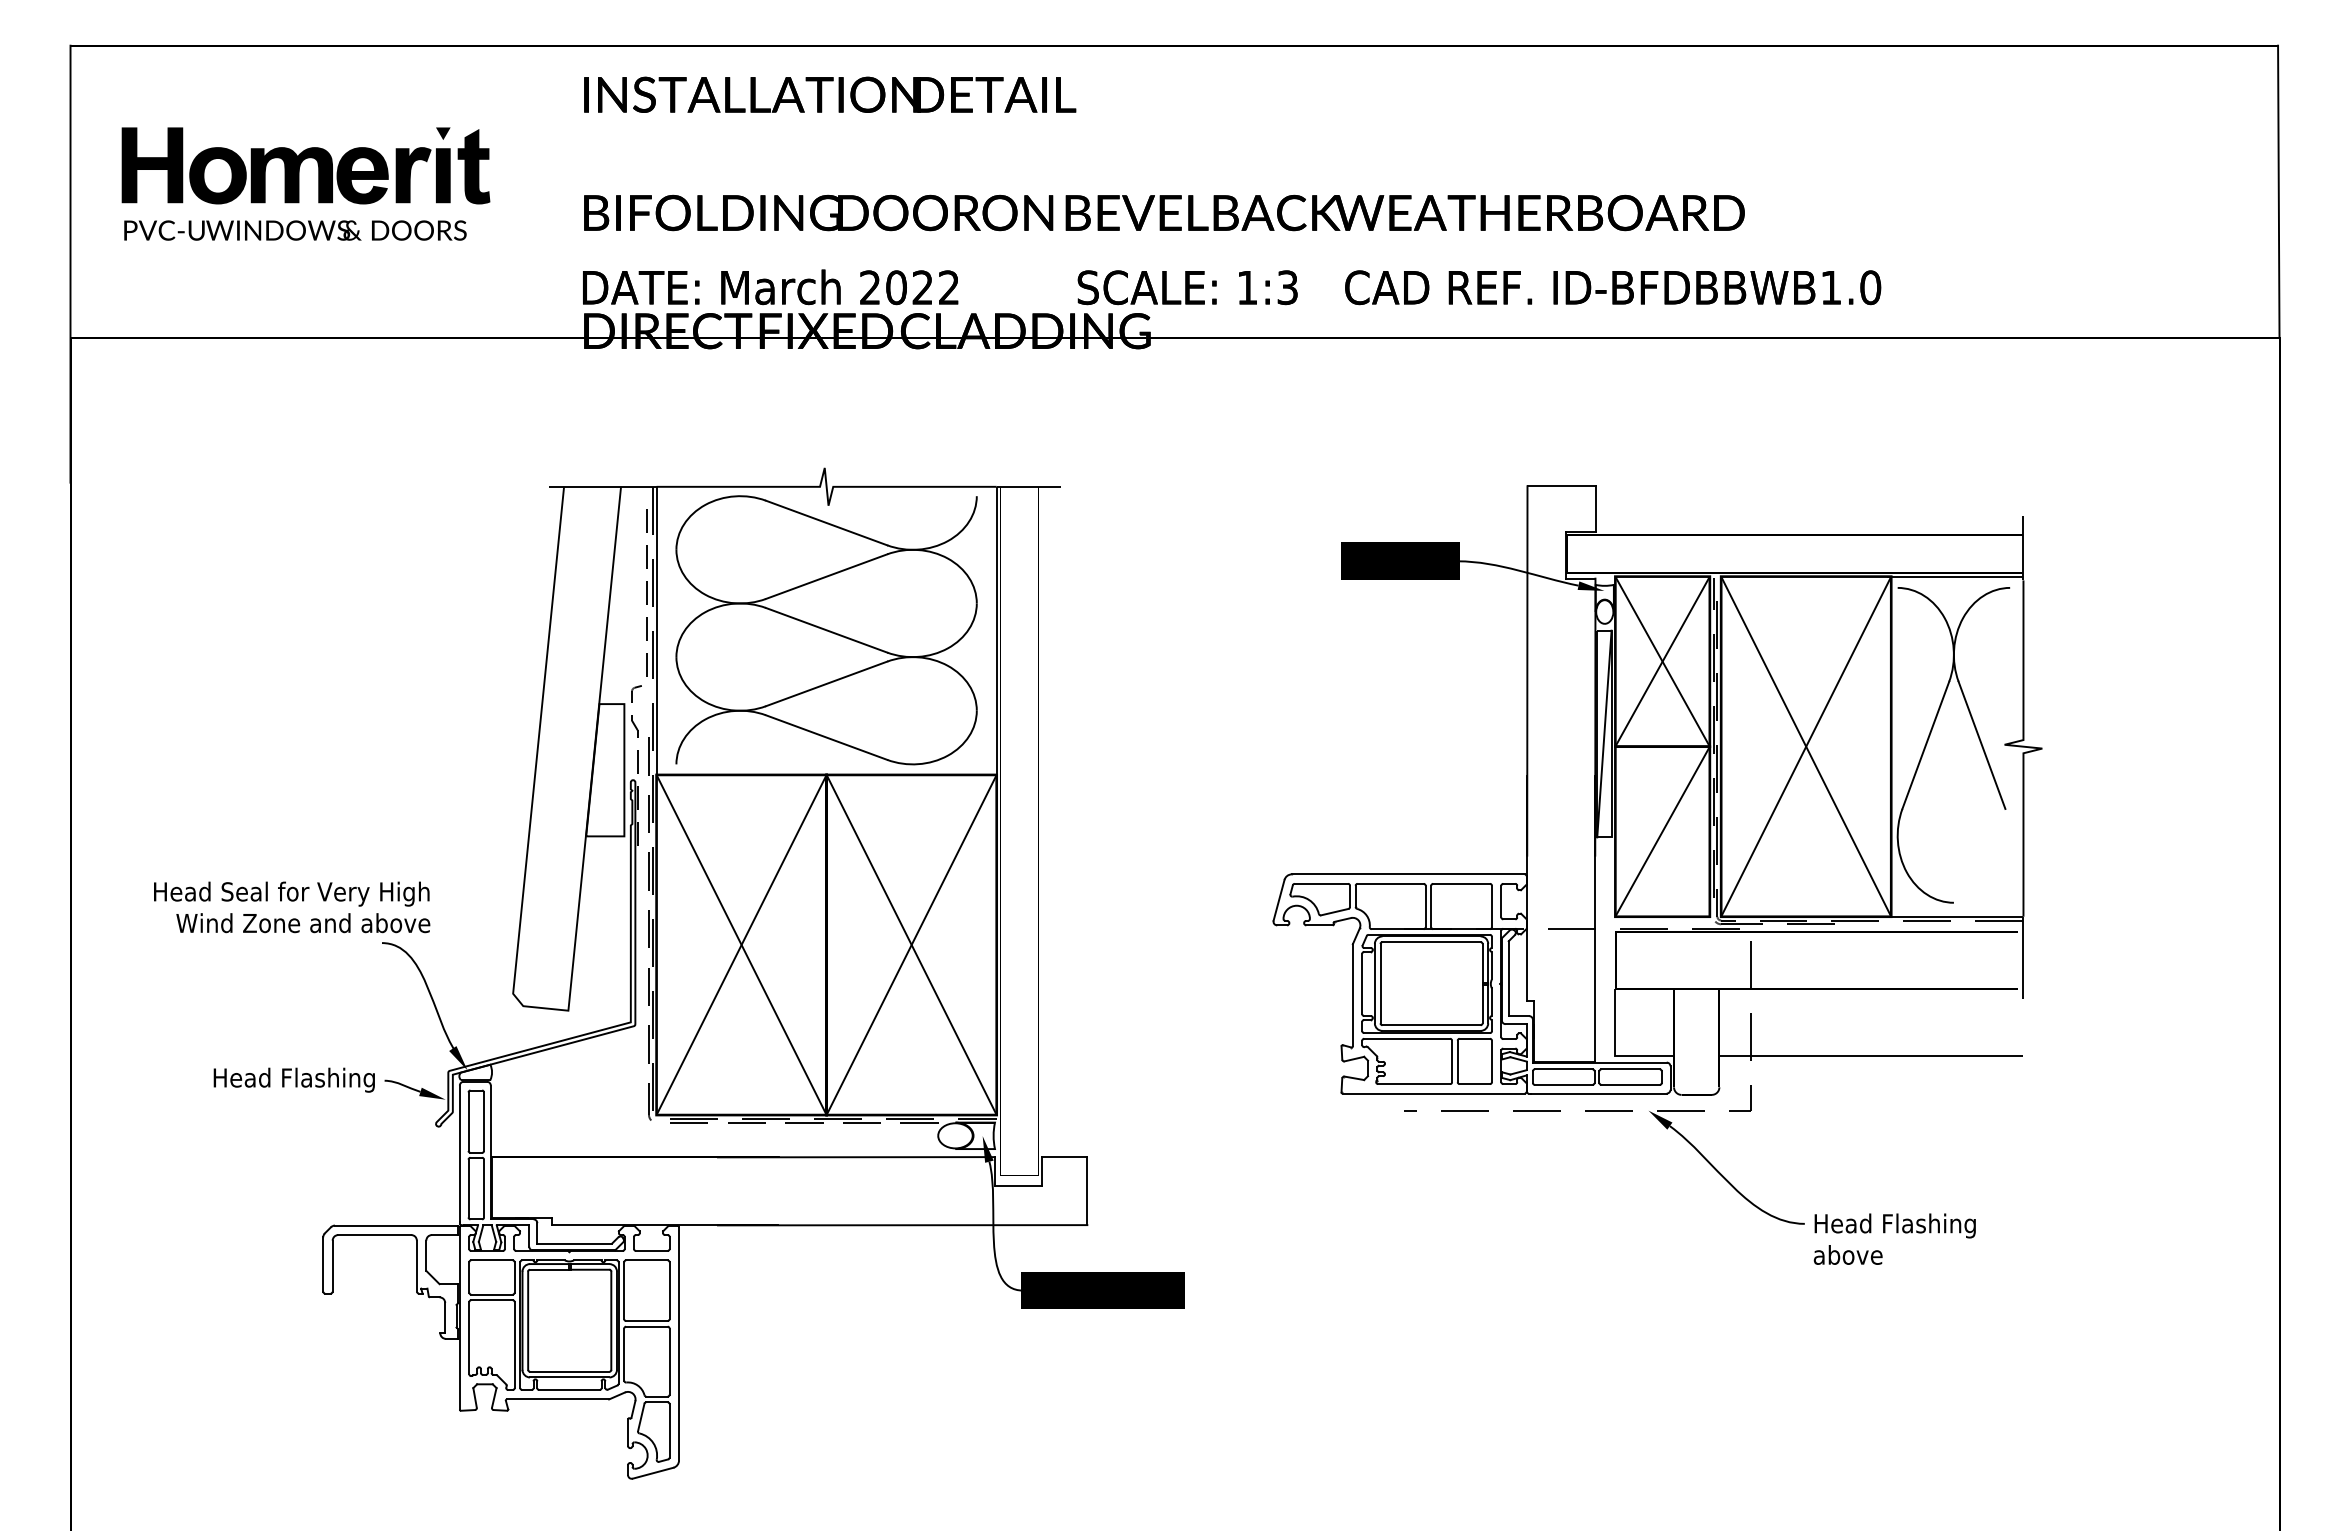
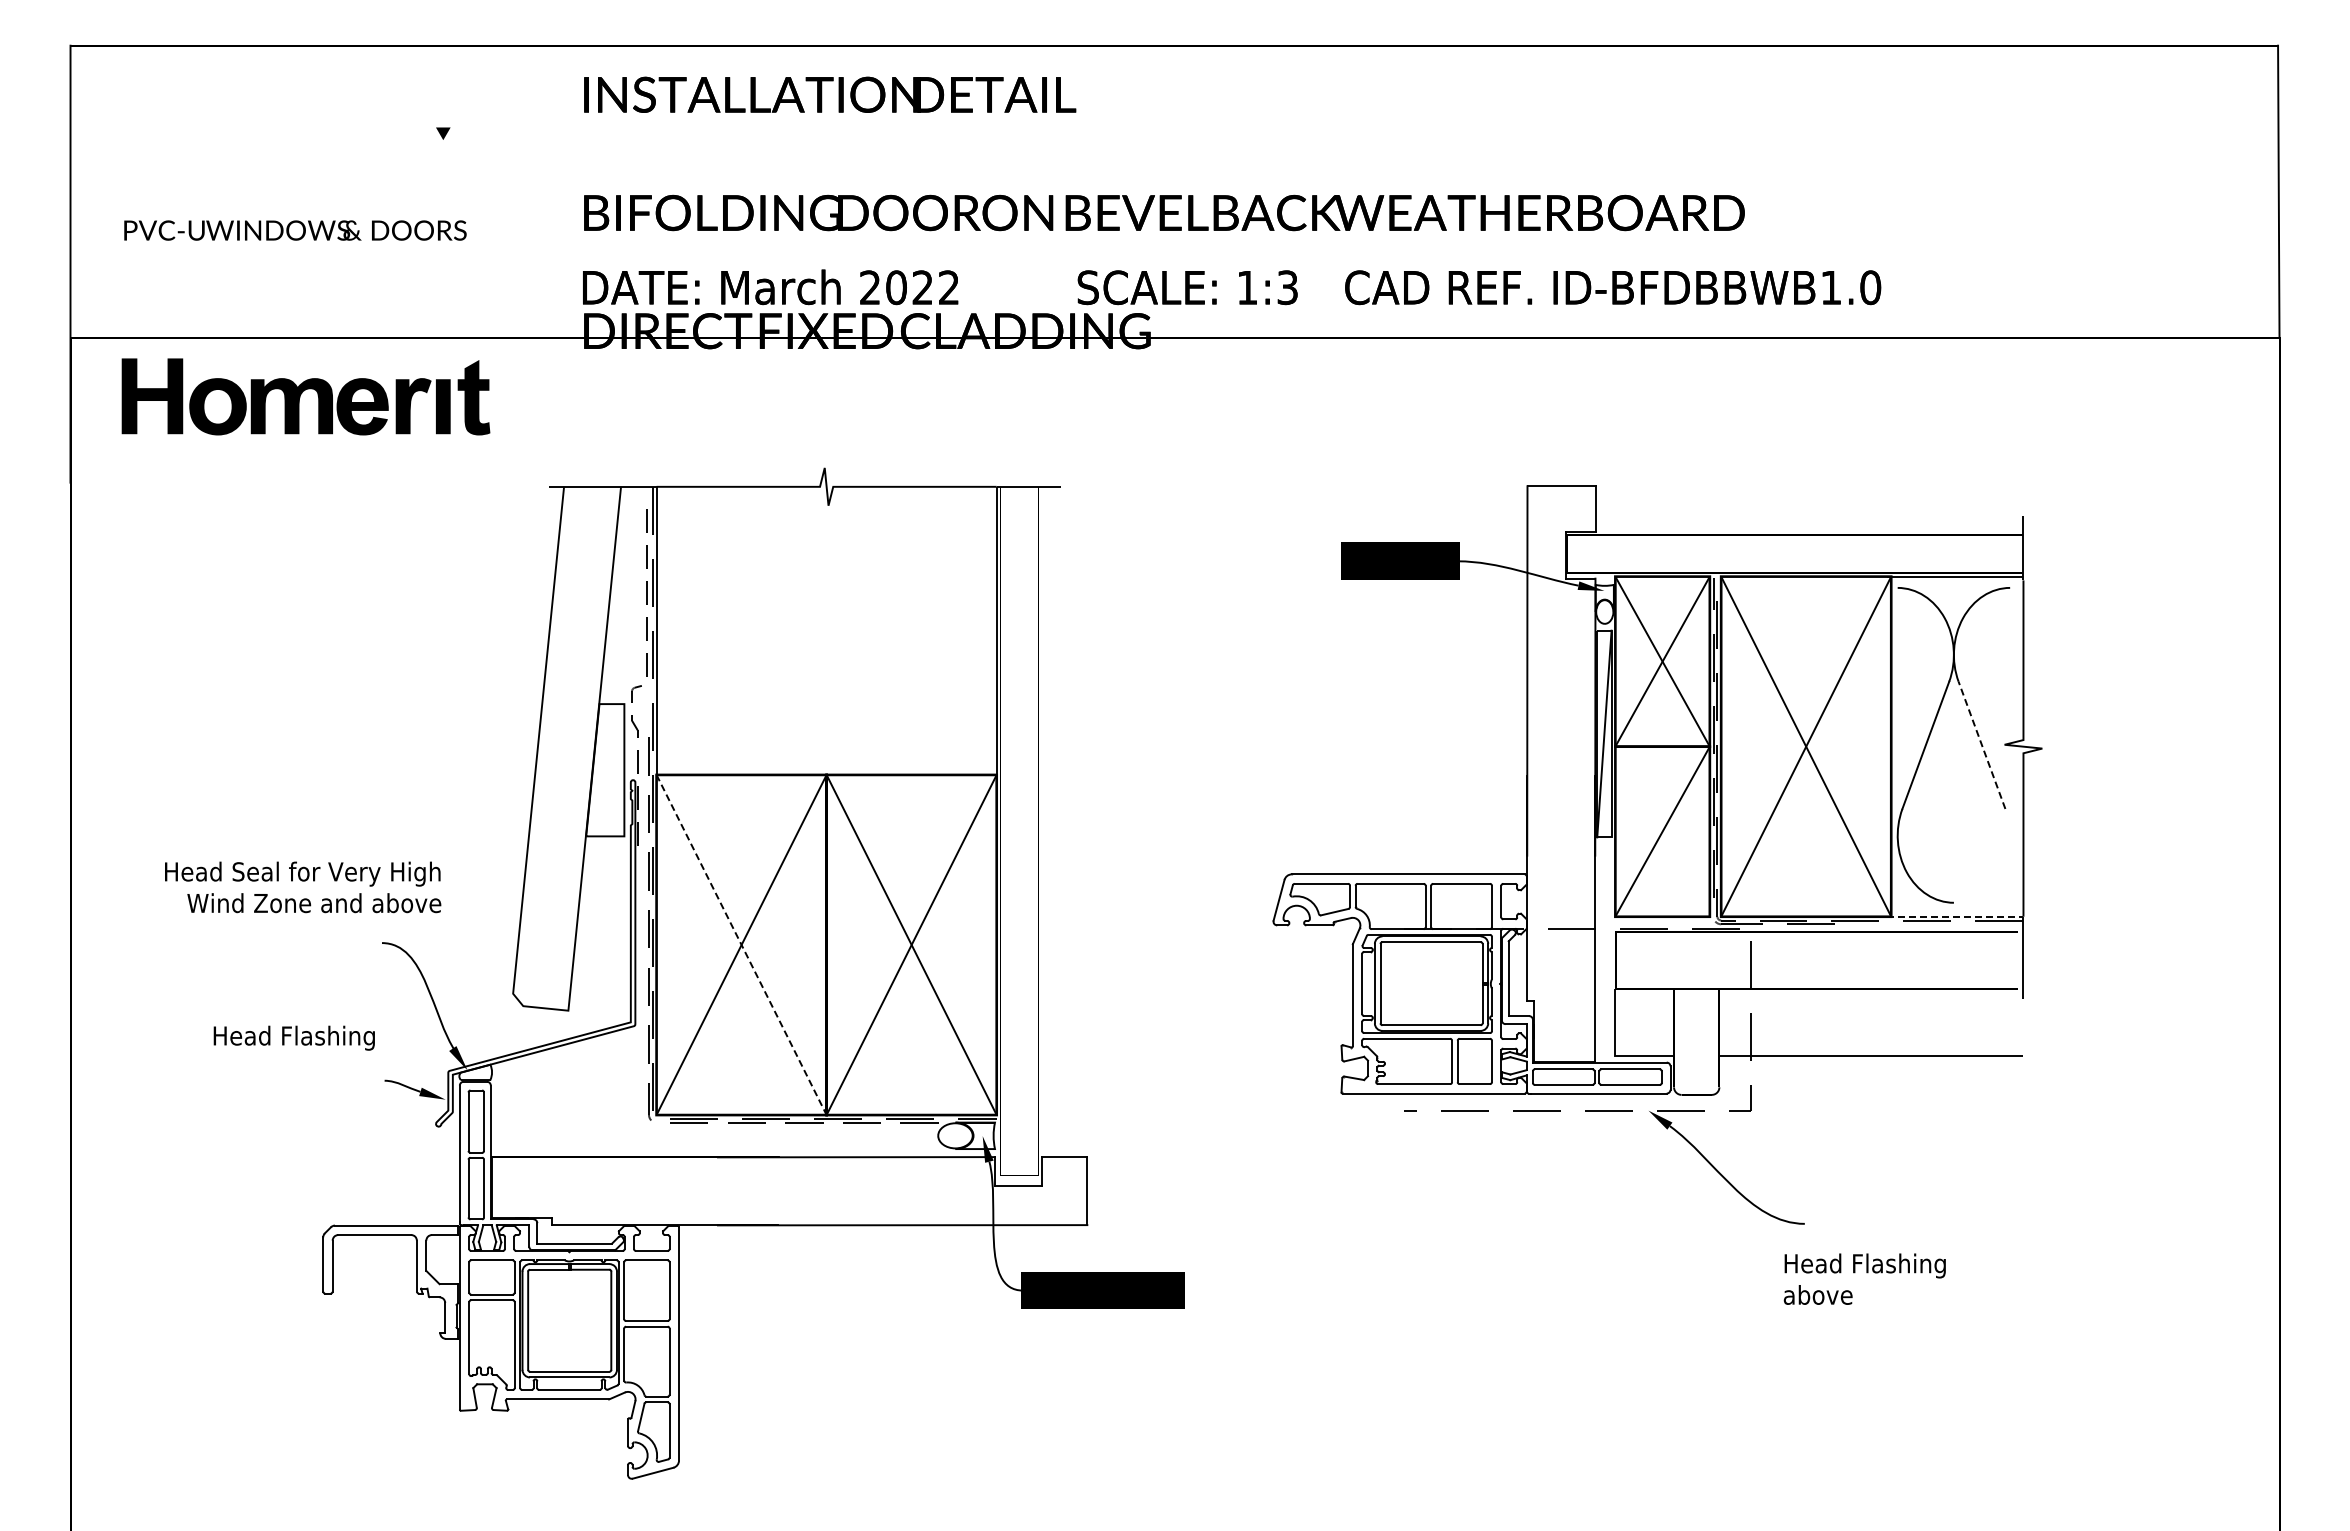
part at (305, 165) position: (305, 165) -> (305, 396)
part at (826, 630): present -> none
line at (1982, 745): solid -> dashed
text at (292, 907) position: (292, 907) -> (303, 887)
line at (1955, 916): solid -> dashed
line at (741, 945): solid -> dashed
text at (293, 1079) position: (293, 1079) -> (293, 1037)
text at (1894, 1238) position: (1894, 1238) -> (1864, 1278)
